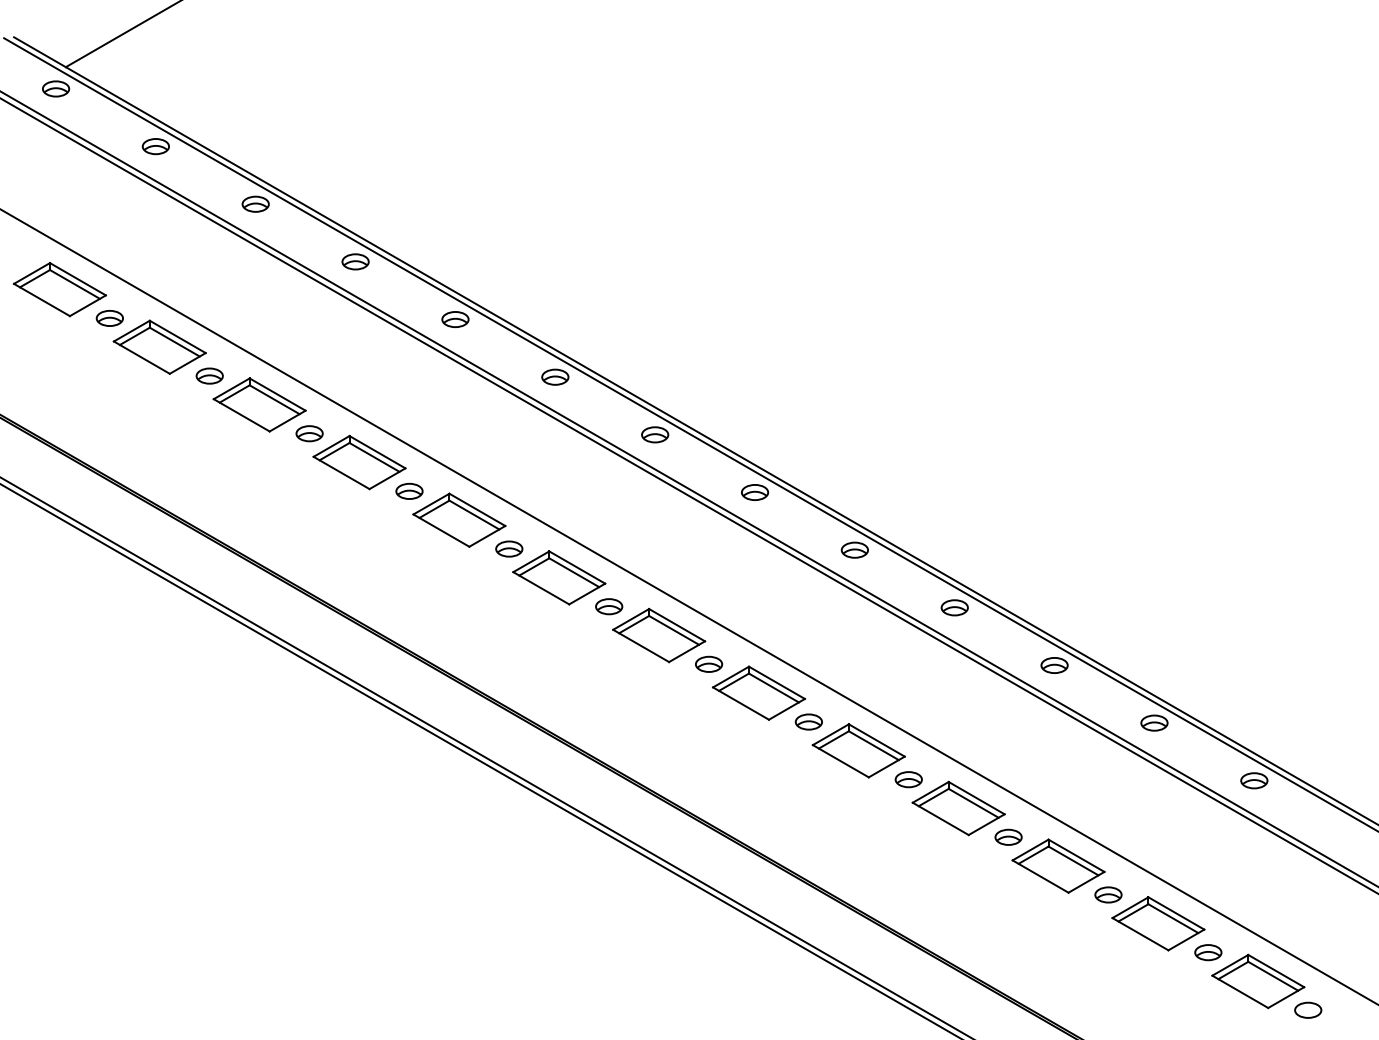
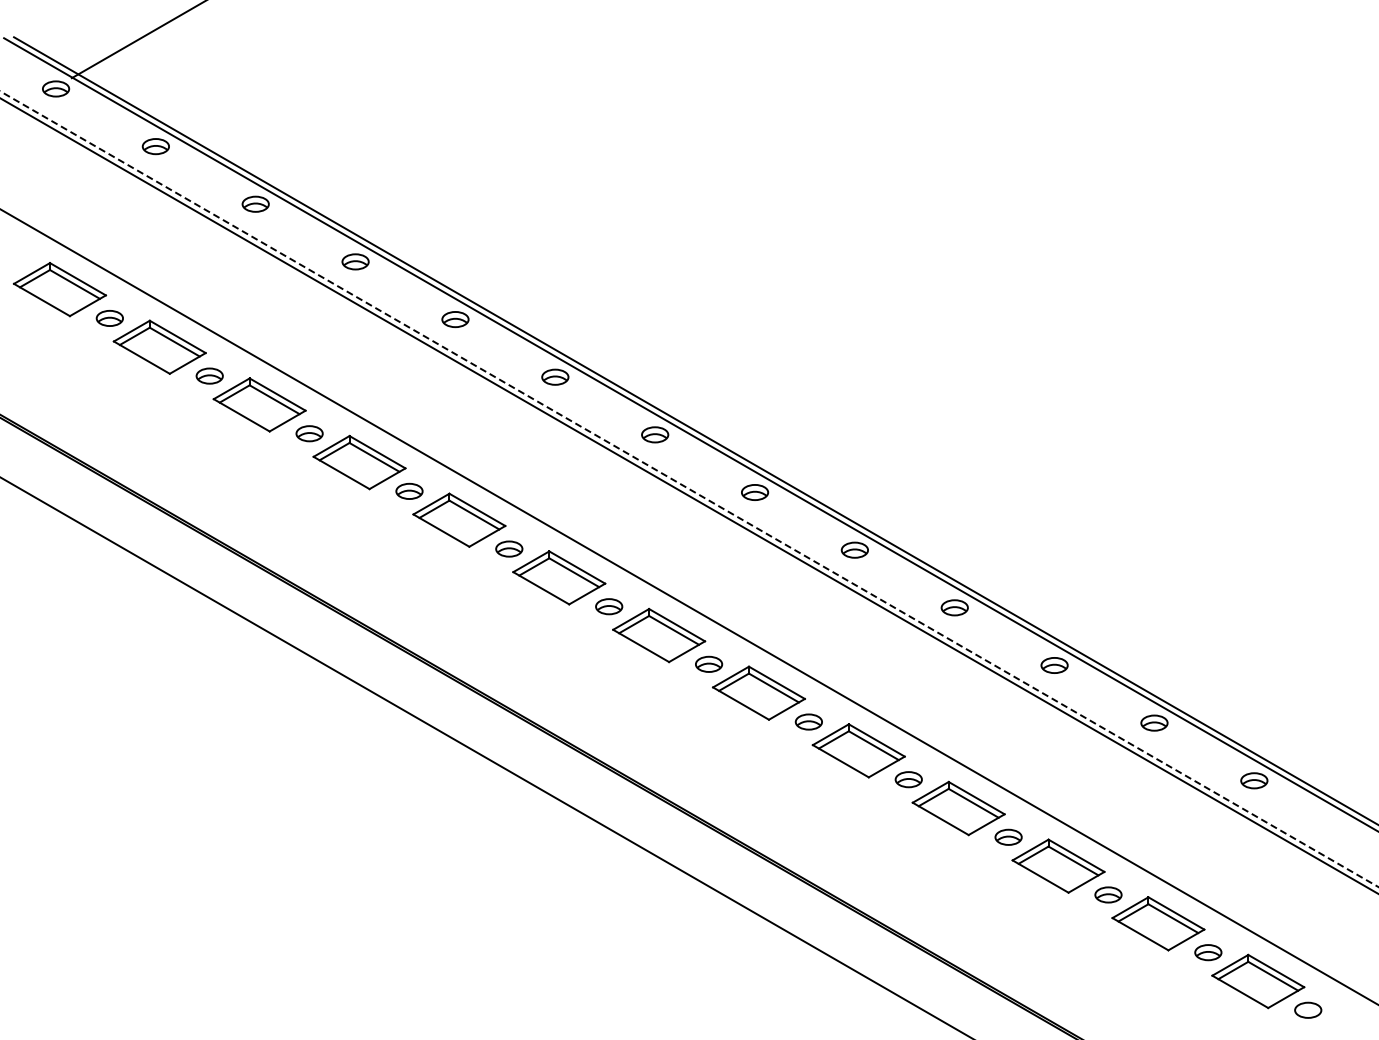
line at (121, 34) position: (121, 34) -> (137, 40)
line at (689, 489): solid -> dashed
line at (479, 760): present -> none
